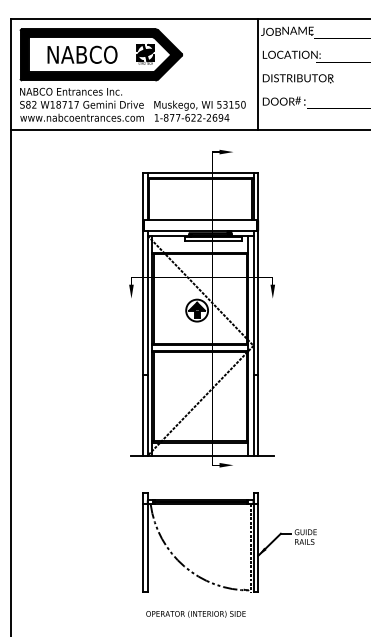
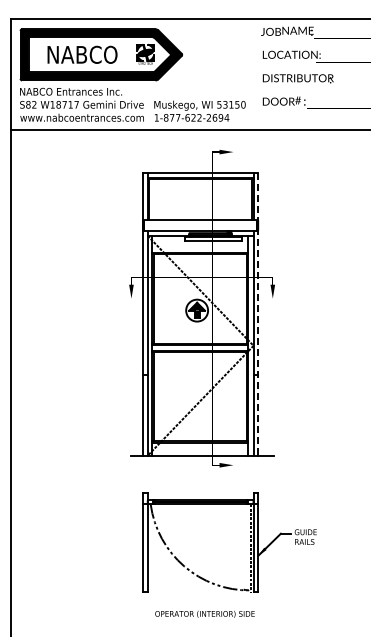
line at (257, 74): present -> none
line at (258, 314): solid -> dashed
text at (195, 613) position: (195, 613) -> (204, 613)
